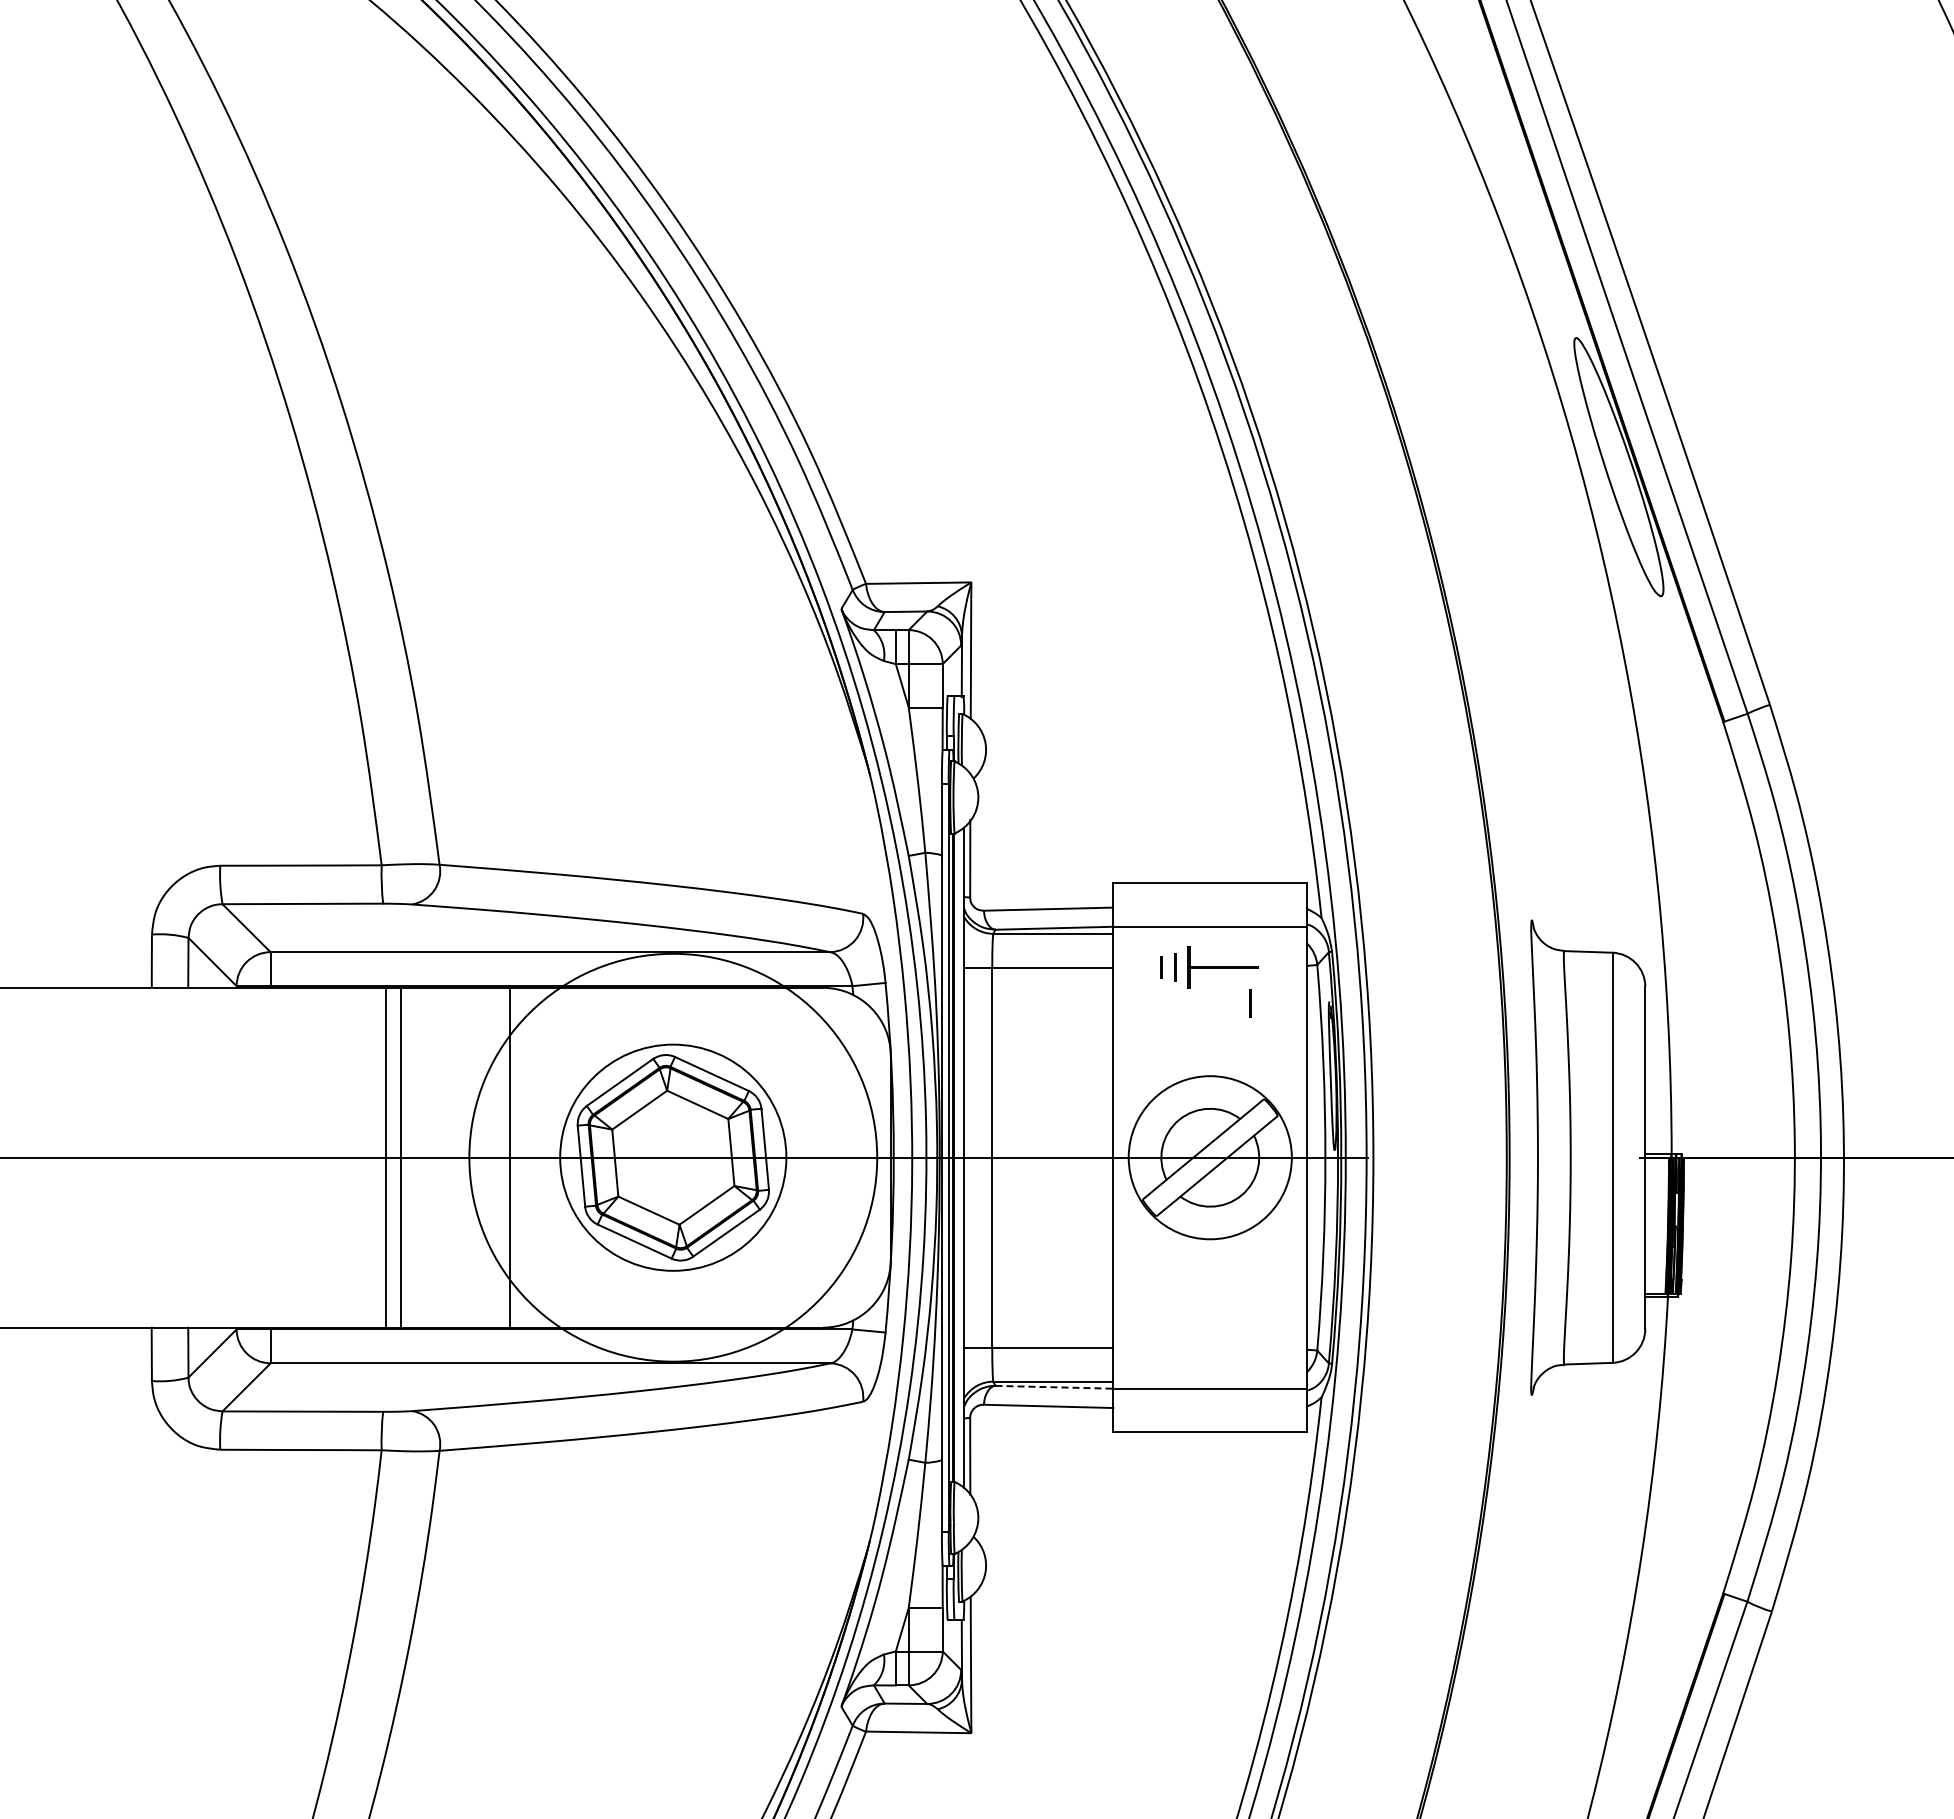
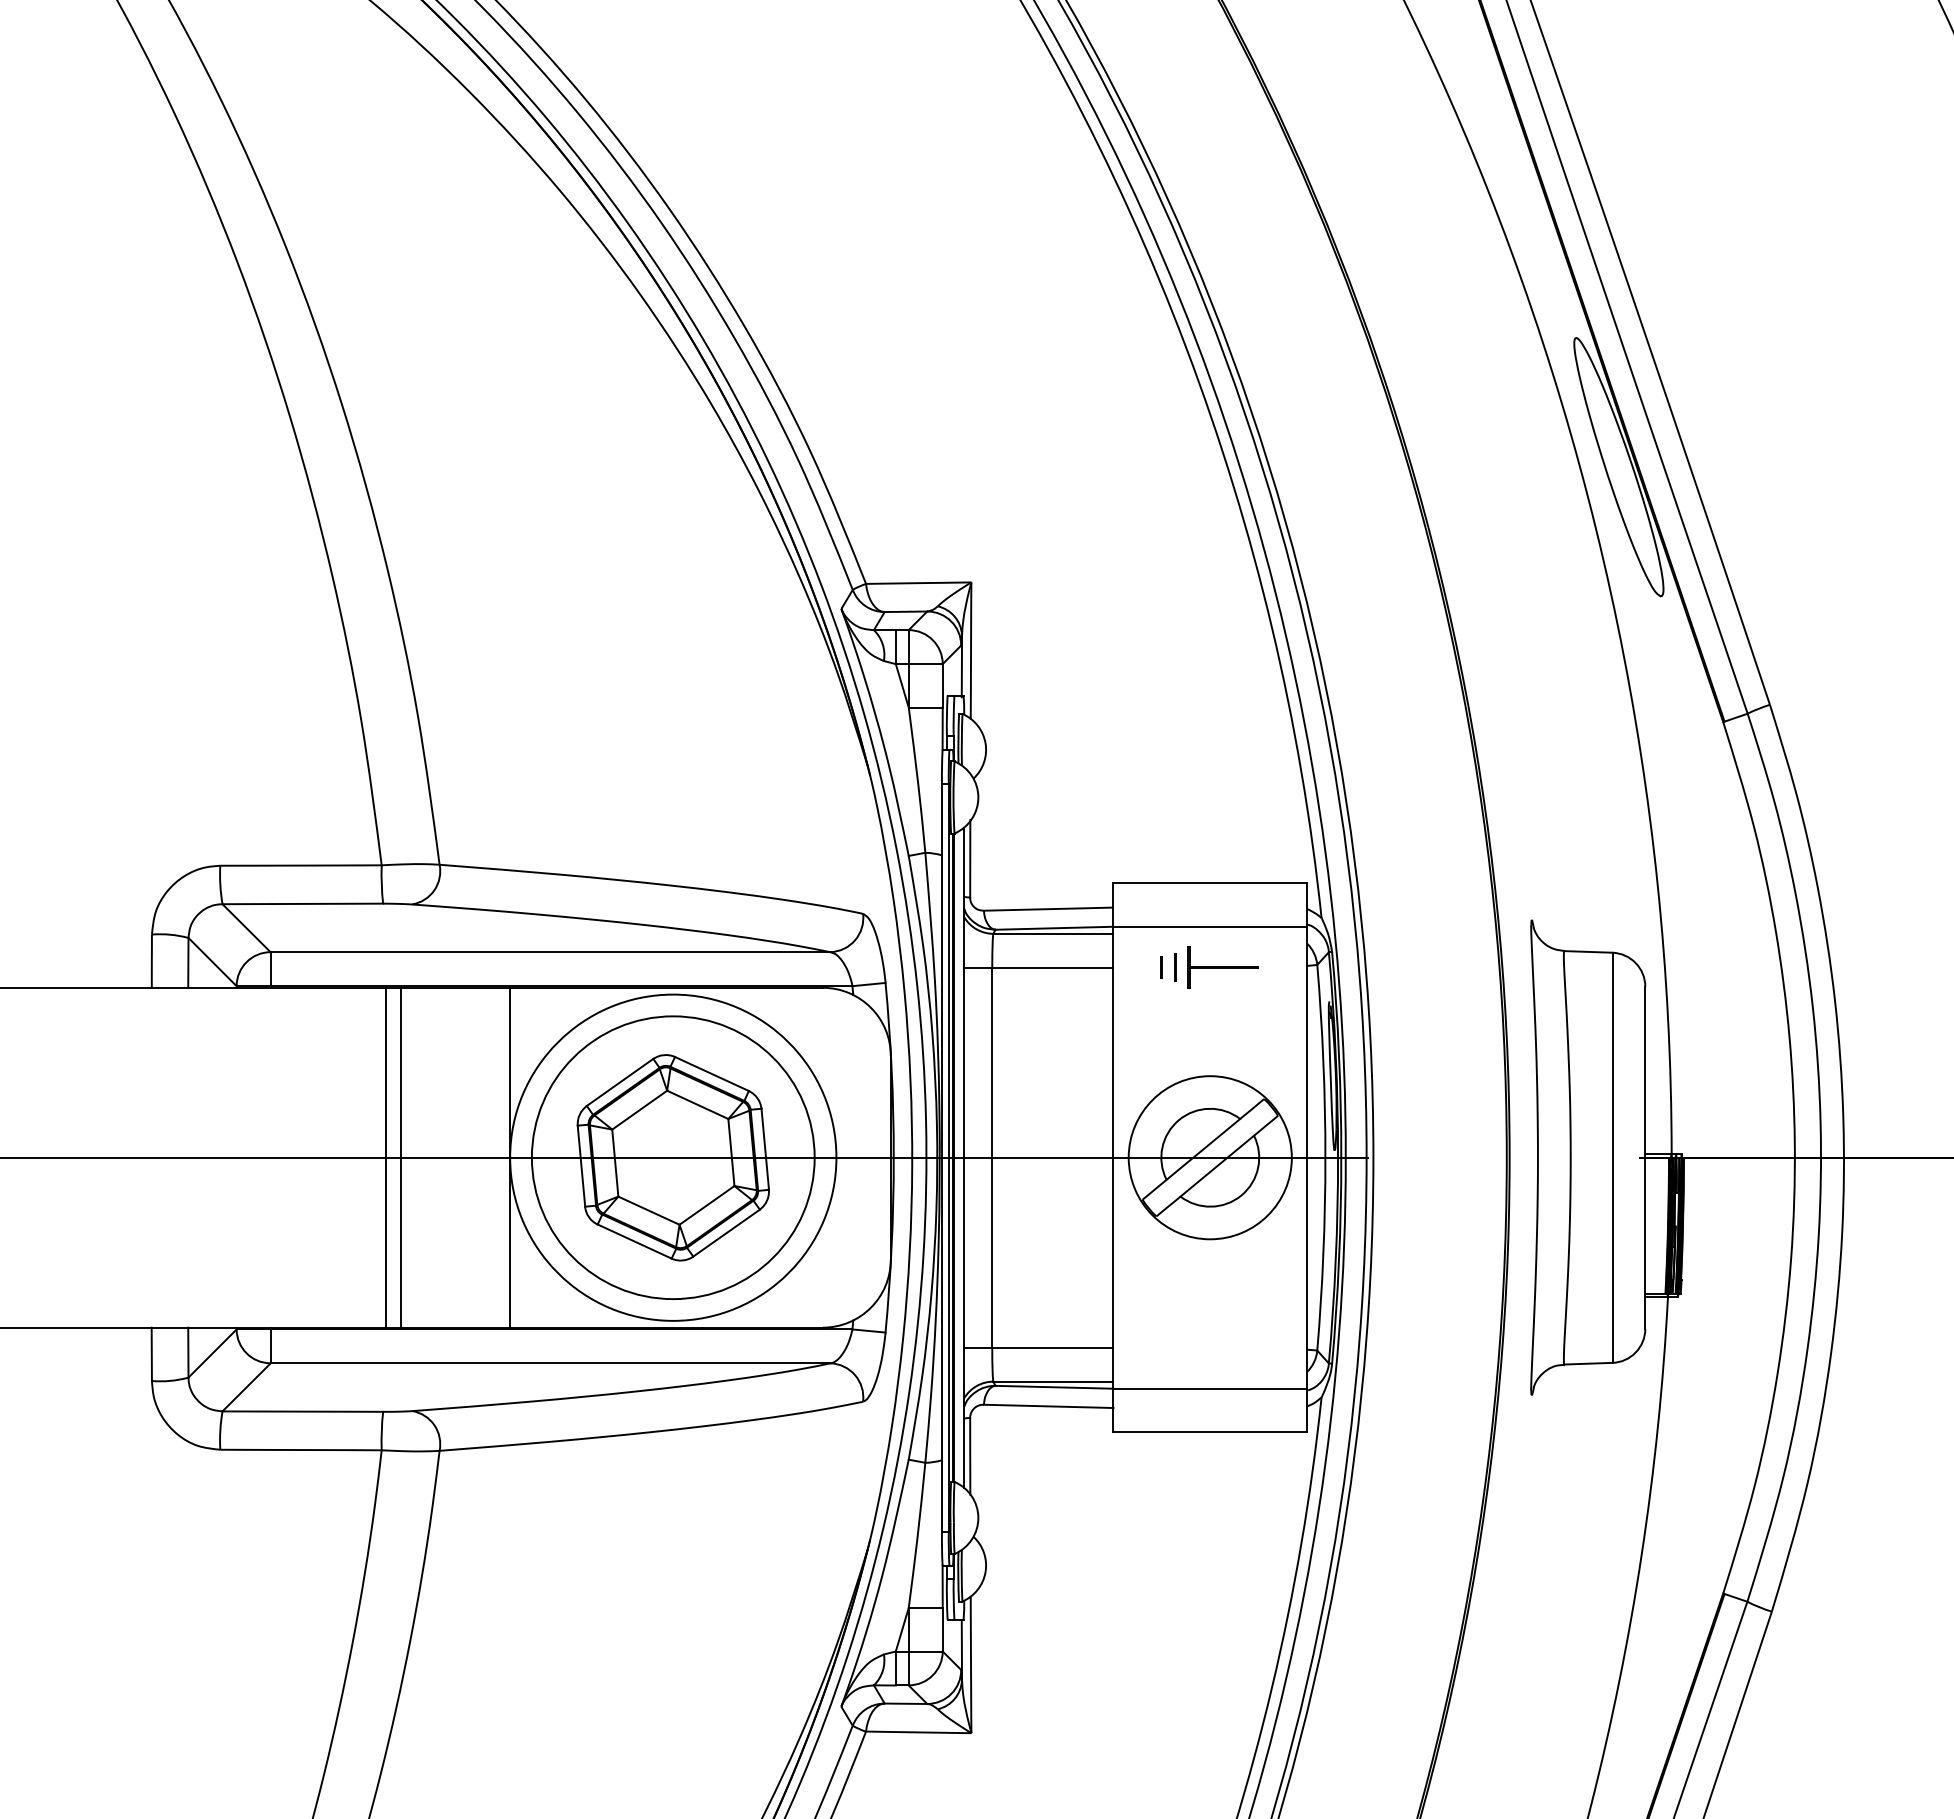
line at (1250, 1003): present -> none
circle at (673, 1157) diameter: 226 px -> 283 px
circle at (673, 1157) diameter: 408 px -> 326 px
line at (1054, 1387): dashed -> solid
